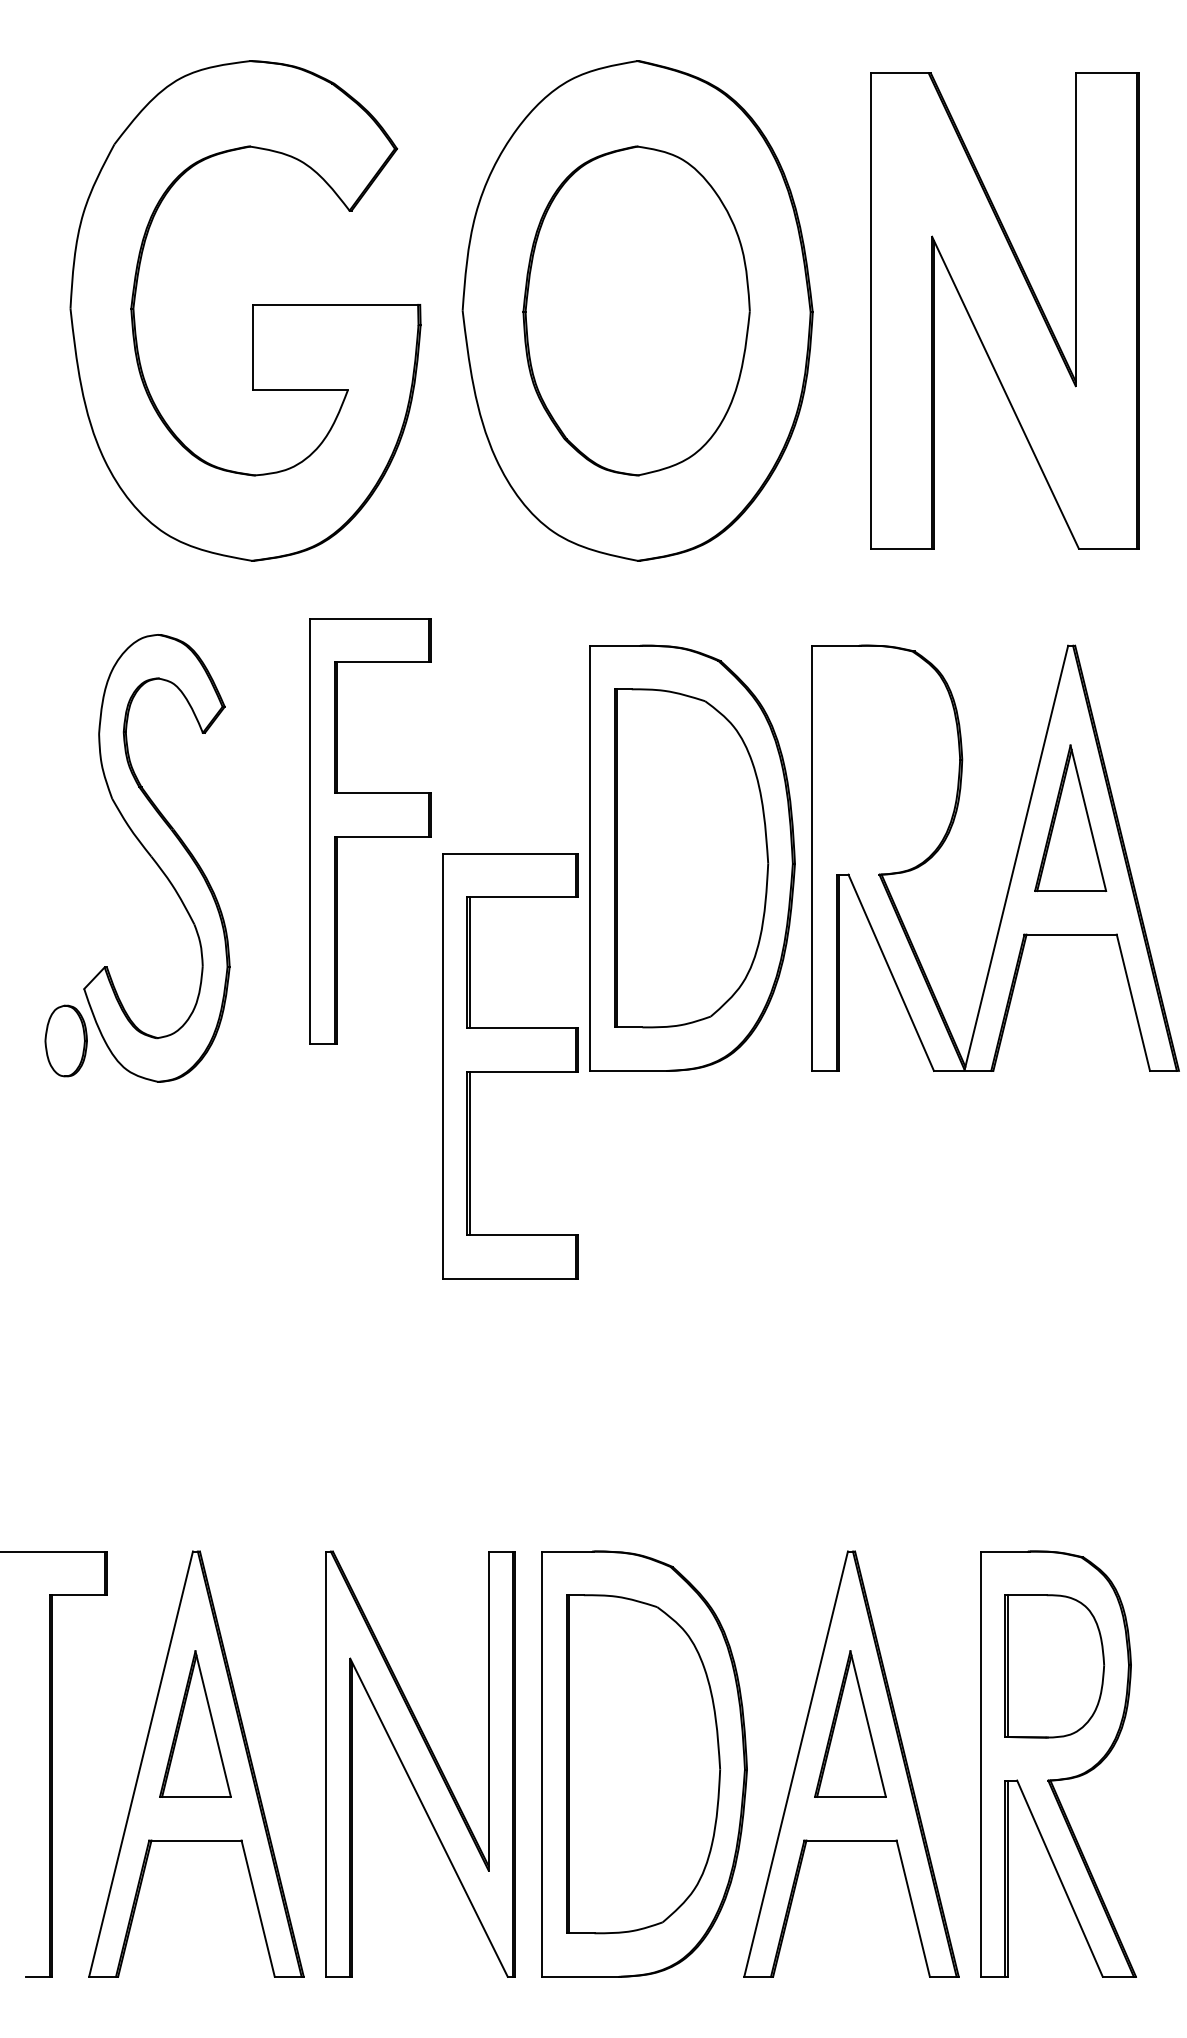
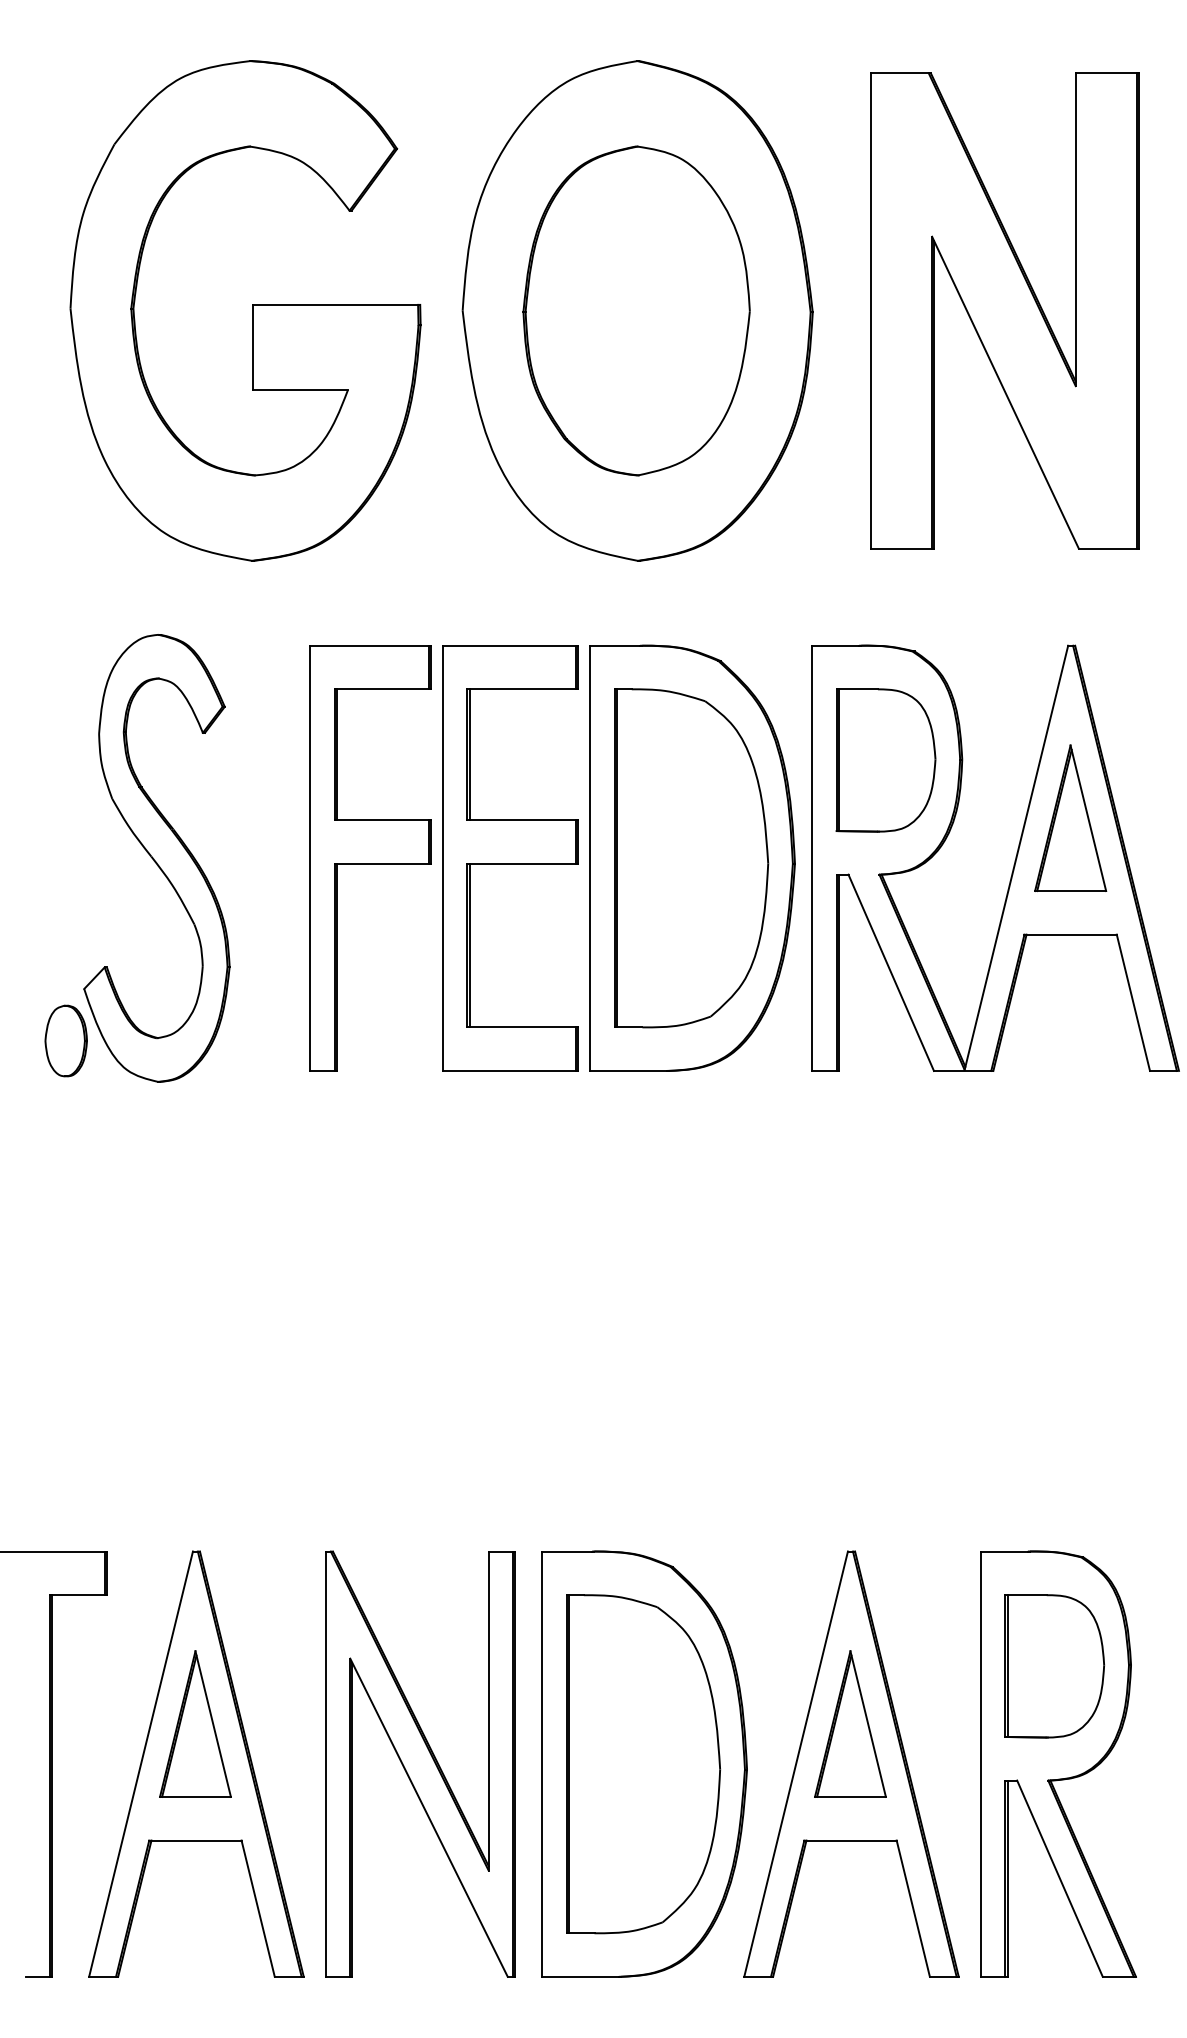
part at (885, 760): none -> present
part at (370, 831) position: (370, 831) -> (370, 858)
part at (510, 1066) position: (510, 1066) -> (510, 858)
